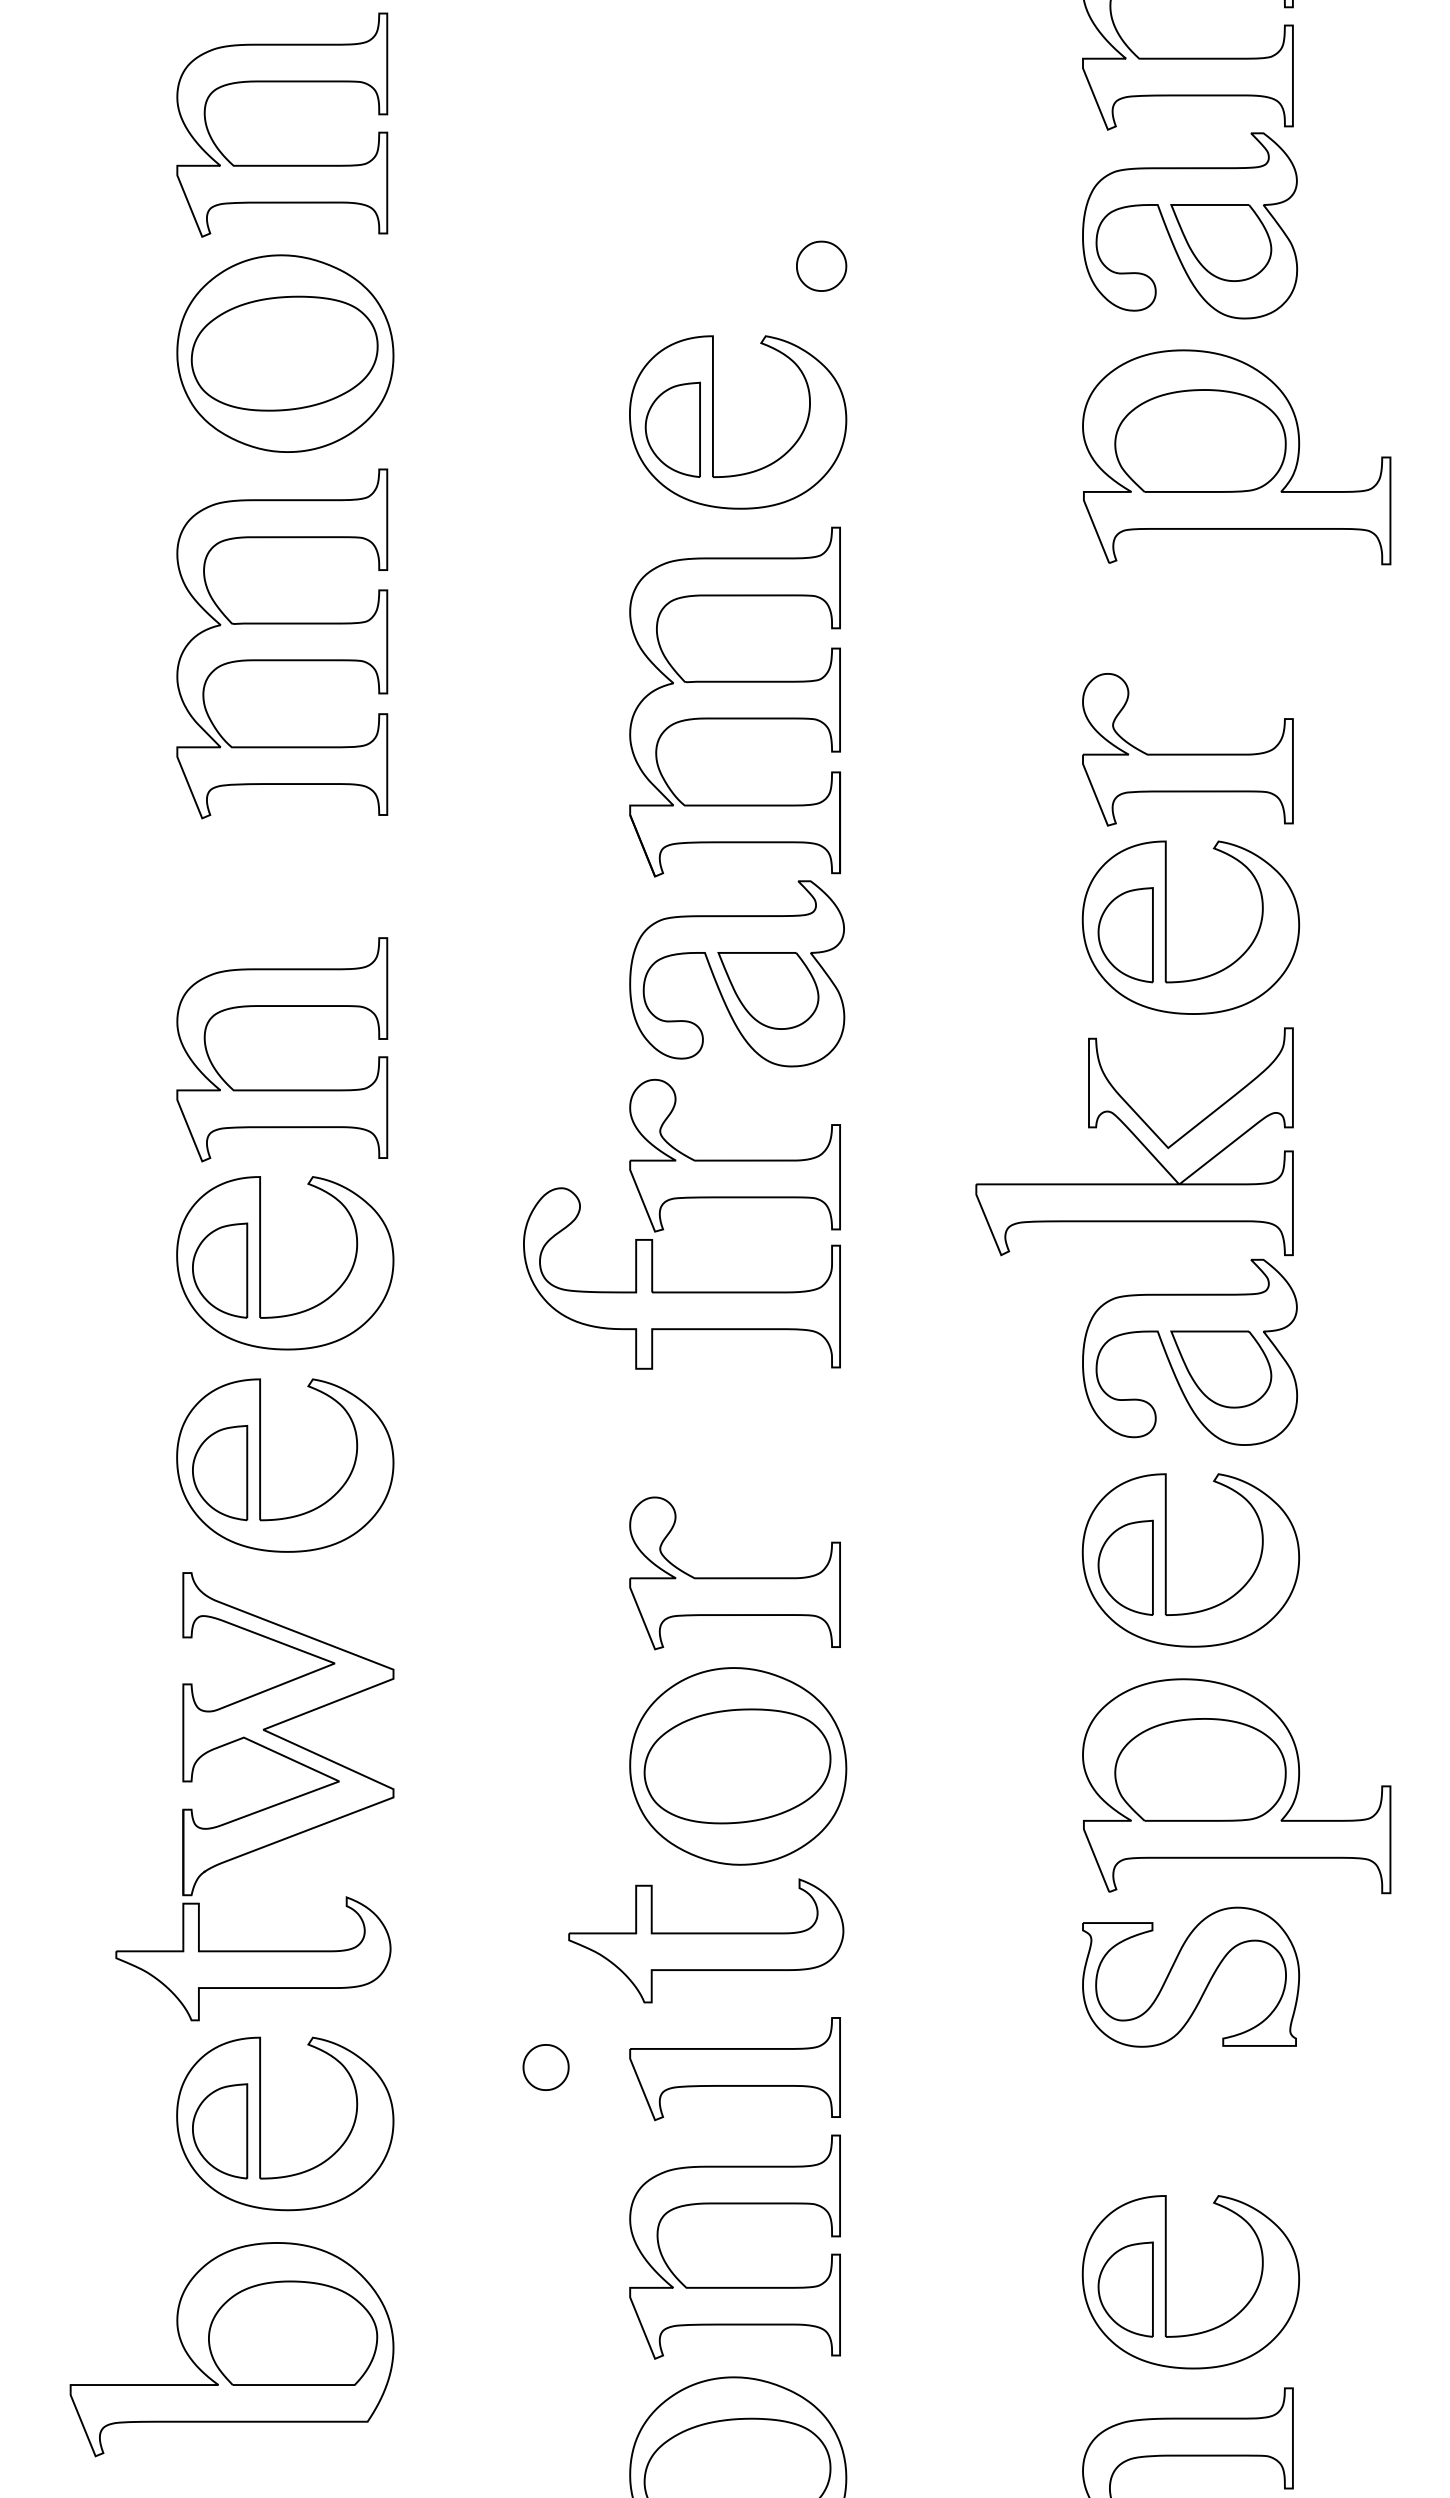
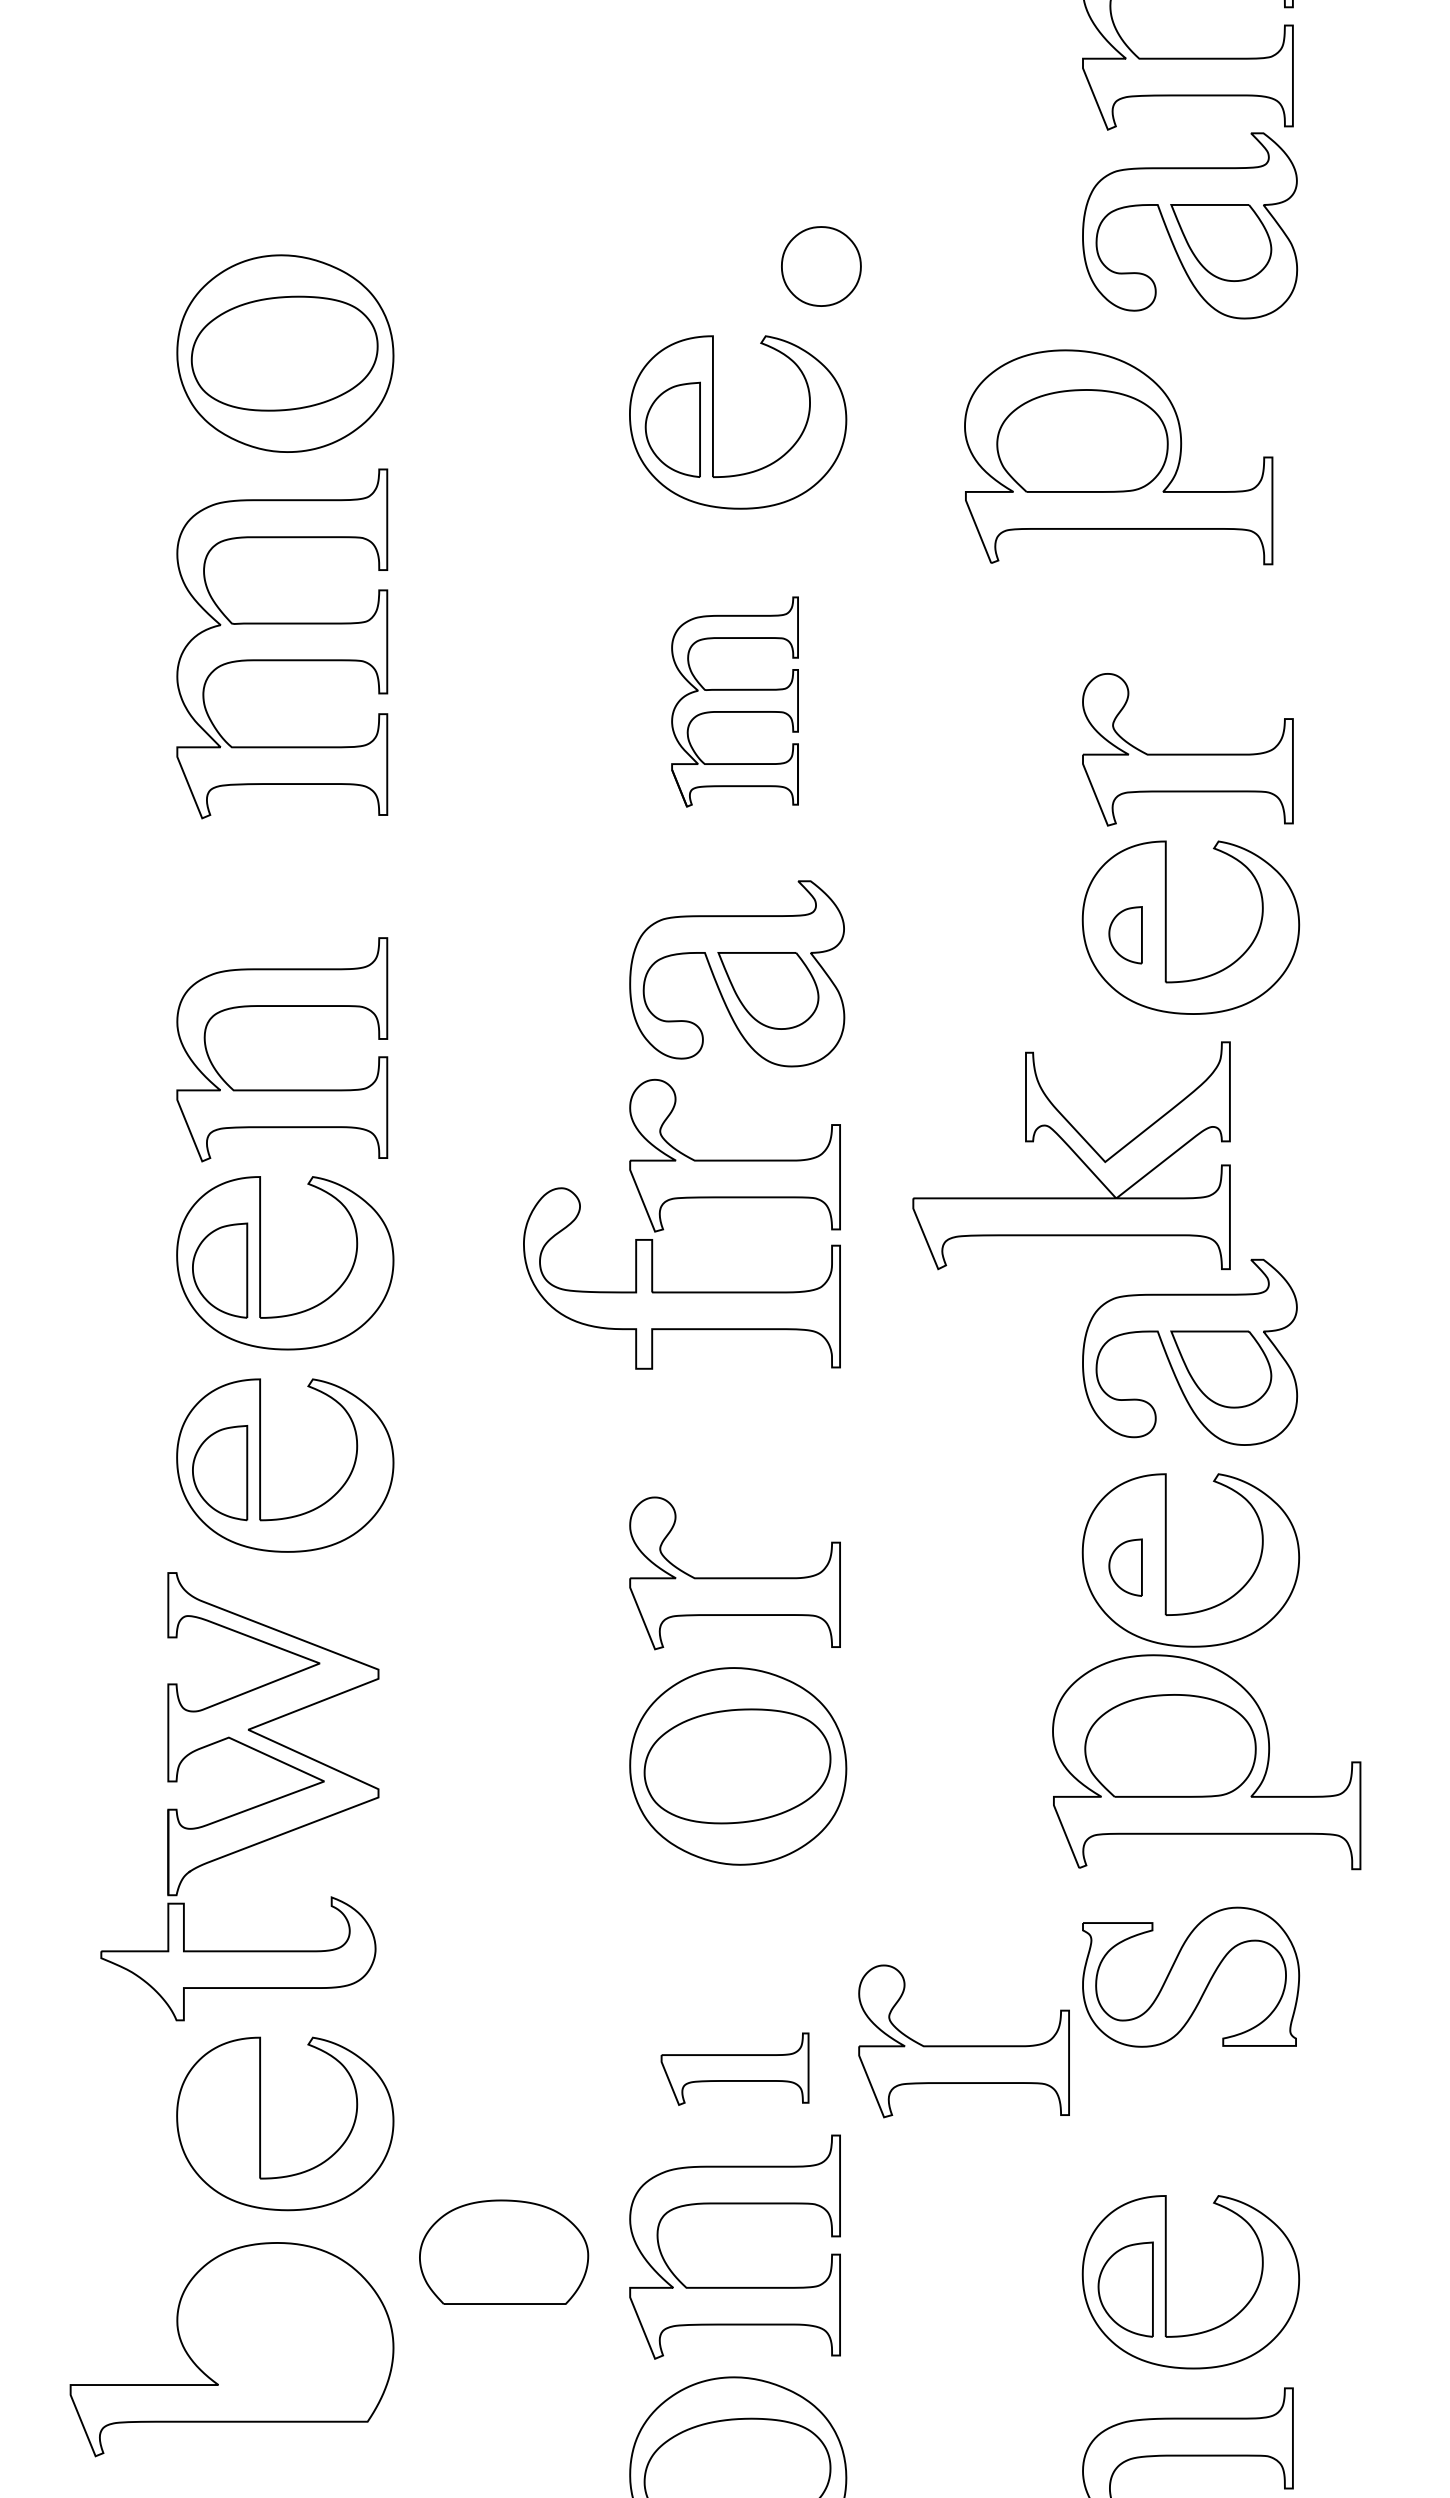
part at (282, 164): present -> none
part at (821, 265) size: 52x52 px -> 81x81 px
part at (1236, 457) position: (1236, 457) -> (1118, 457)
part at (734, 701) size: 212x352 px -> 128x212 px
part at (1125, 935) size: 57x97 px -> 35x59 px
part at (1134, 1141) position: (1134, 1141) -> (1071, 1155)
part at (1125, 1567) size: 57x97 px -> 35x59 px
part at (1236, 1786) position: (1236, 1786) -> (1206, 1762)
part at (260, 1809) position: (260, 1809) -> (245, 1809)
part at (706, 1940): present -> none
part at (963, 2041): none -> present
part at (545, 2067): present -> none
part at (734, 2069) size: 212x105 px -> 150x74 px
part at (220, 2131): present -> none
part at (293, 2332) position: (293, 2332) -> (504, 2251)
